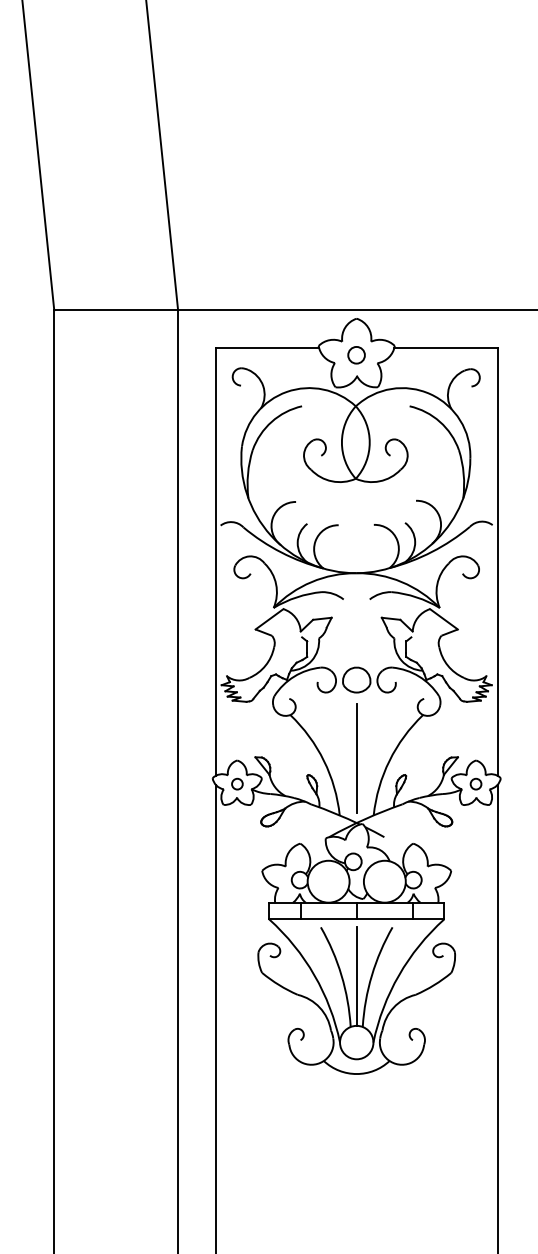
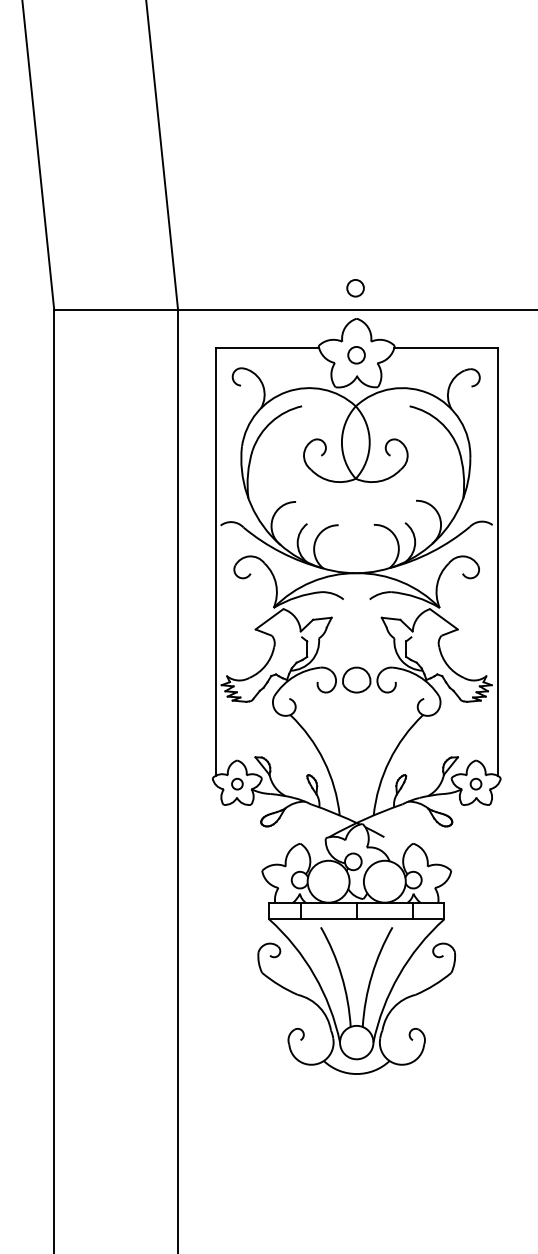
circle at (355, 288): none -> present
line at (356, 758): present -> none
line at (356, 976): present -> none
line at (215, 1017): present -> none
line at (497, 1017): present -> none
